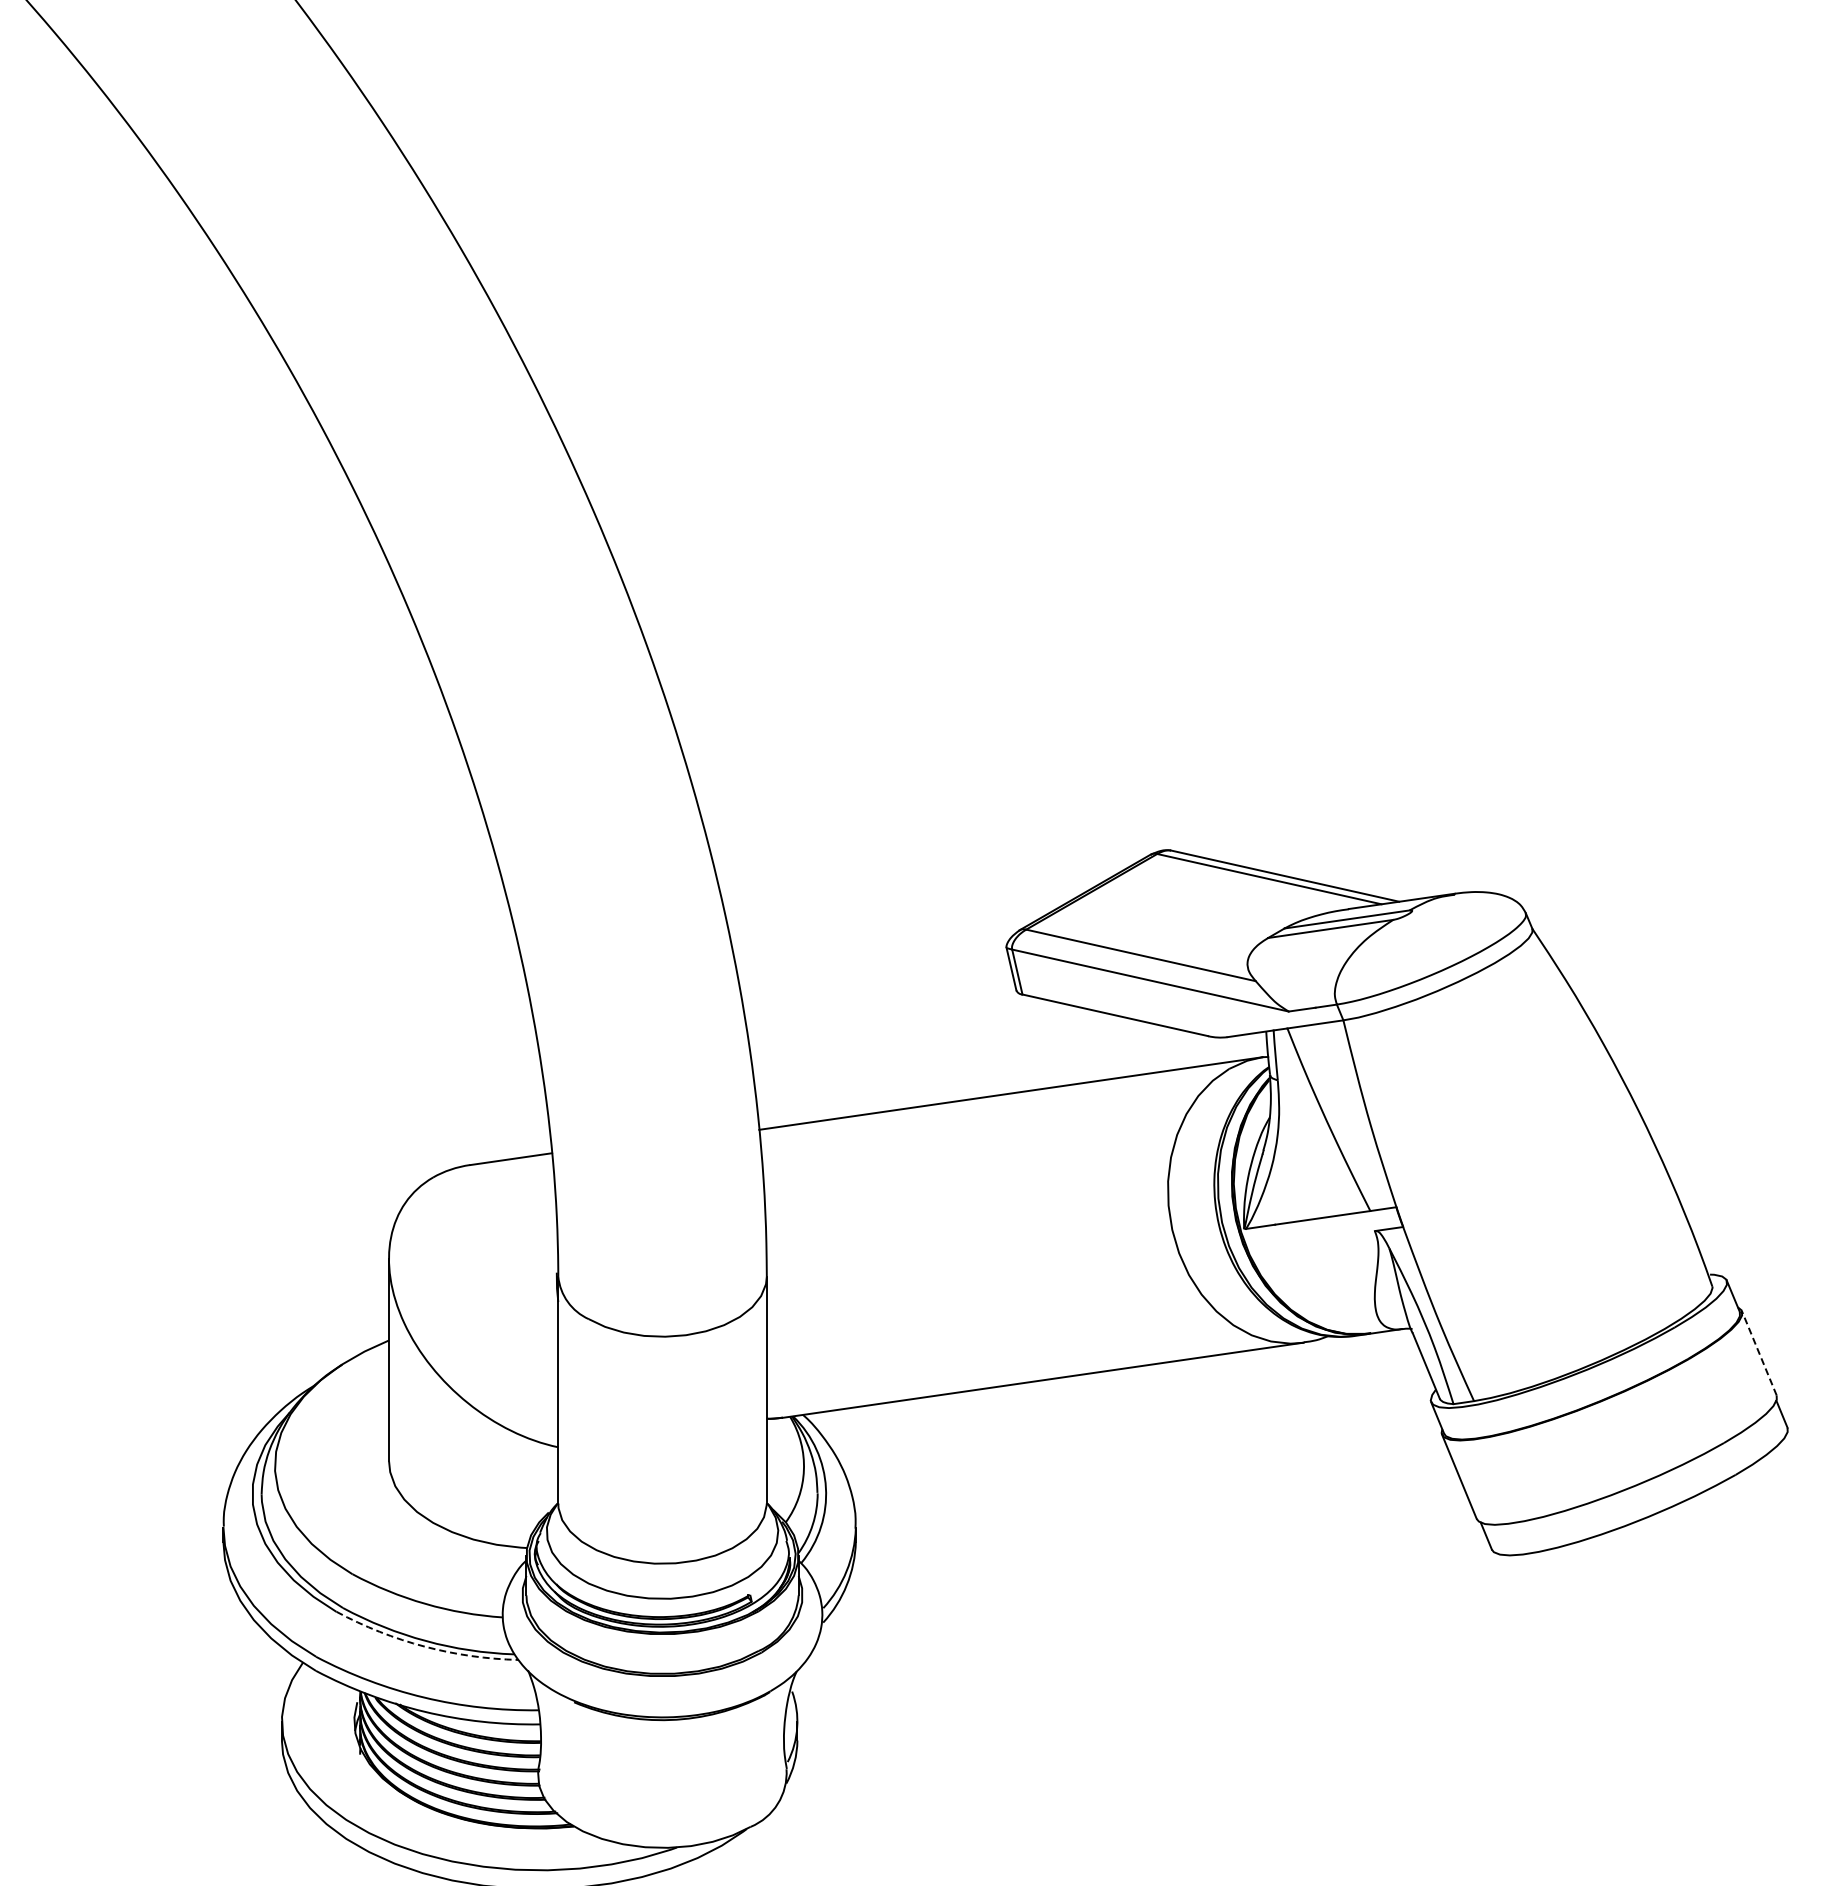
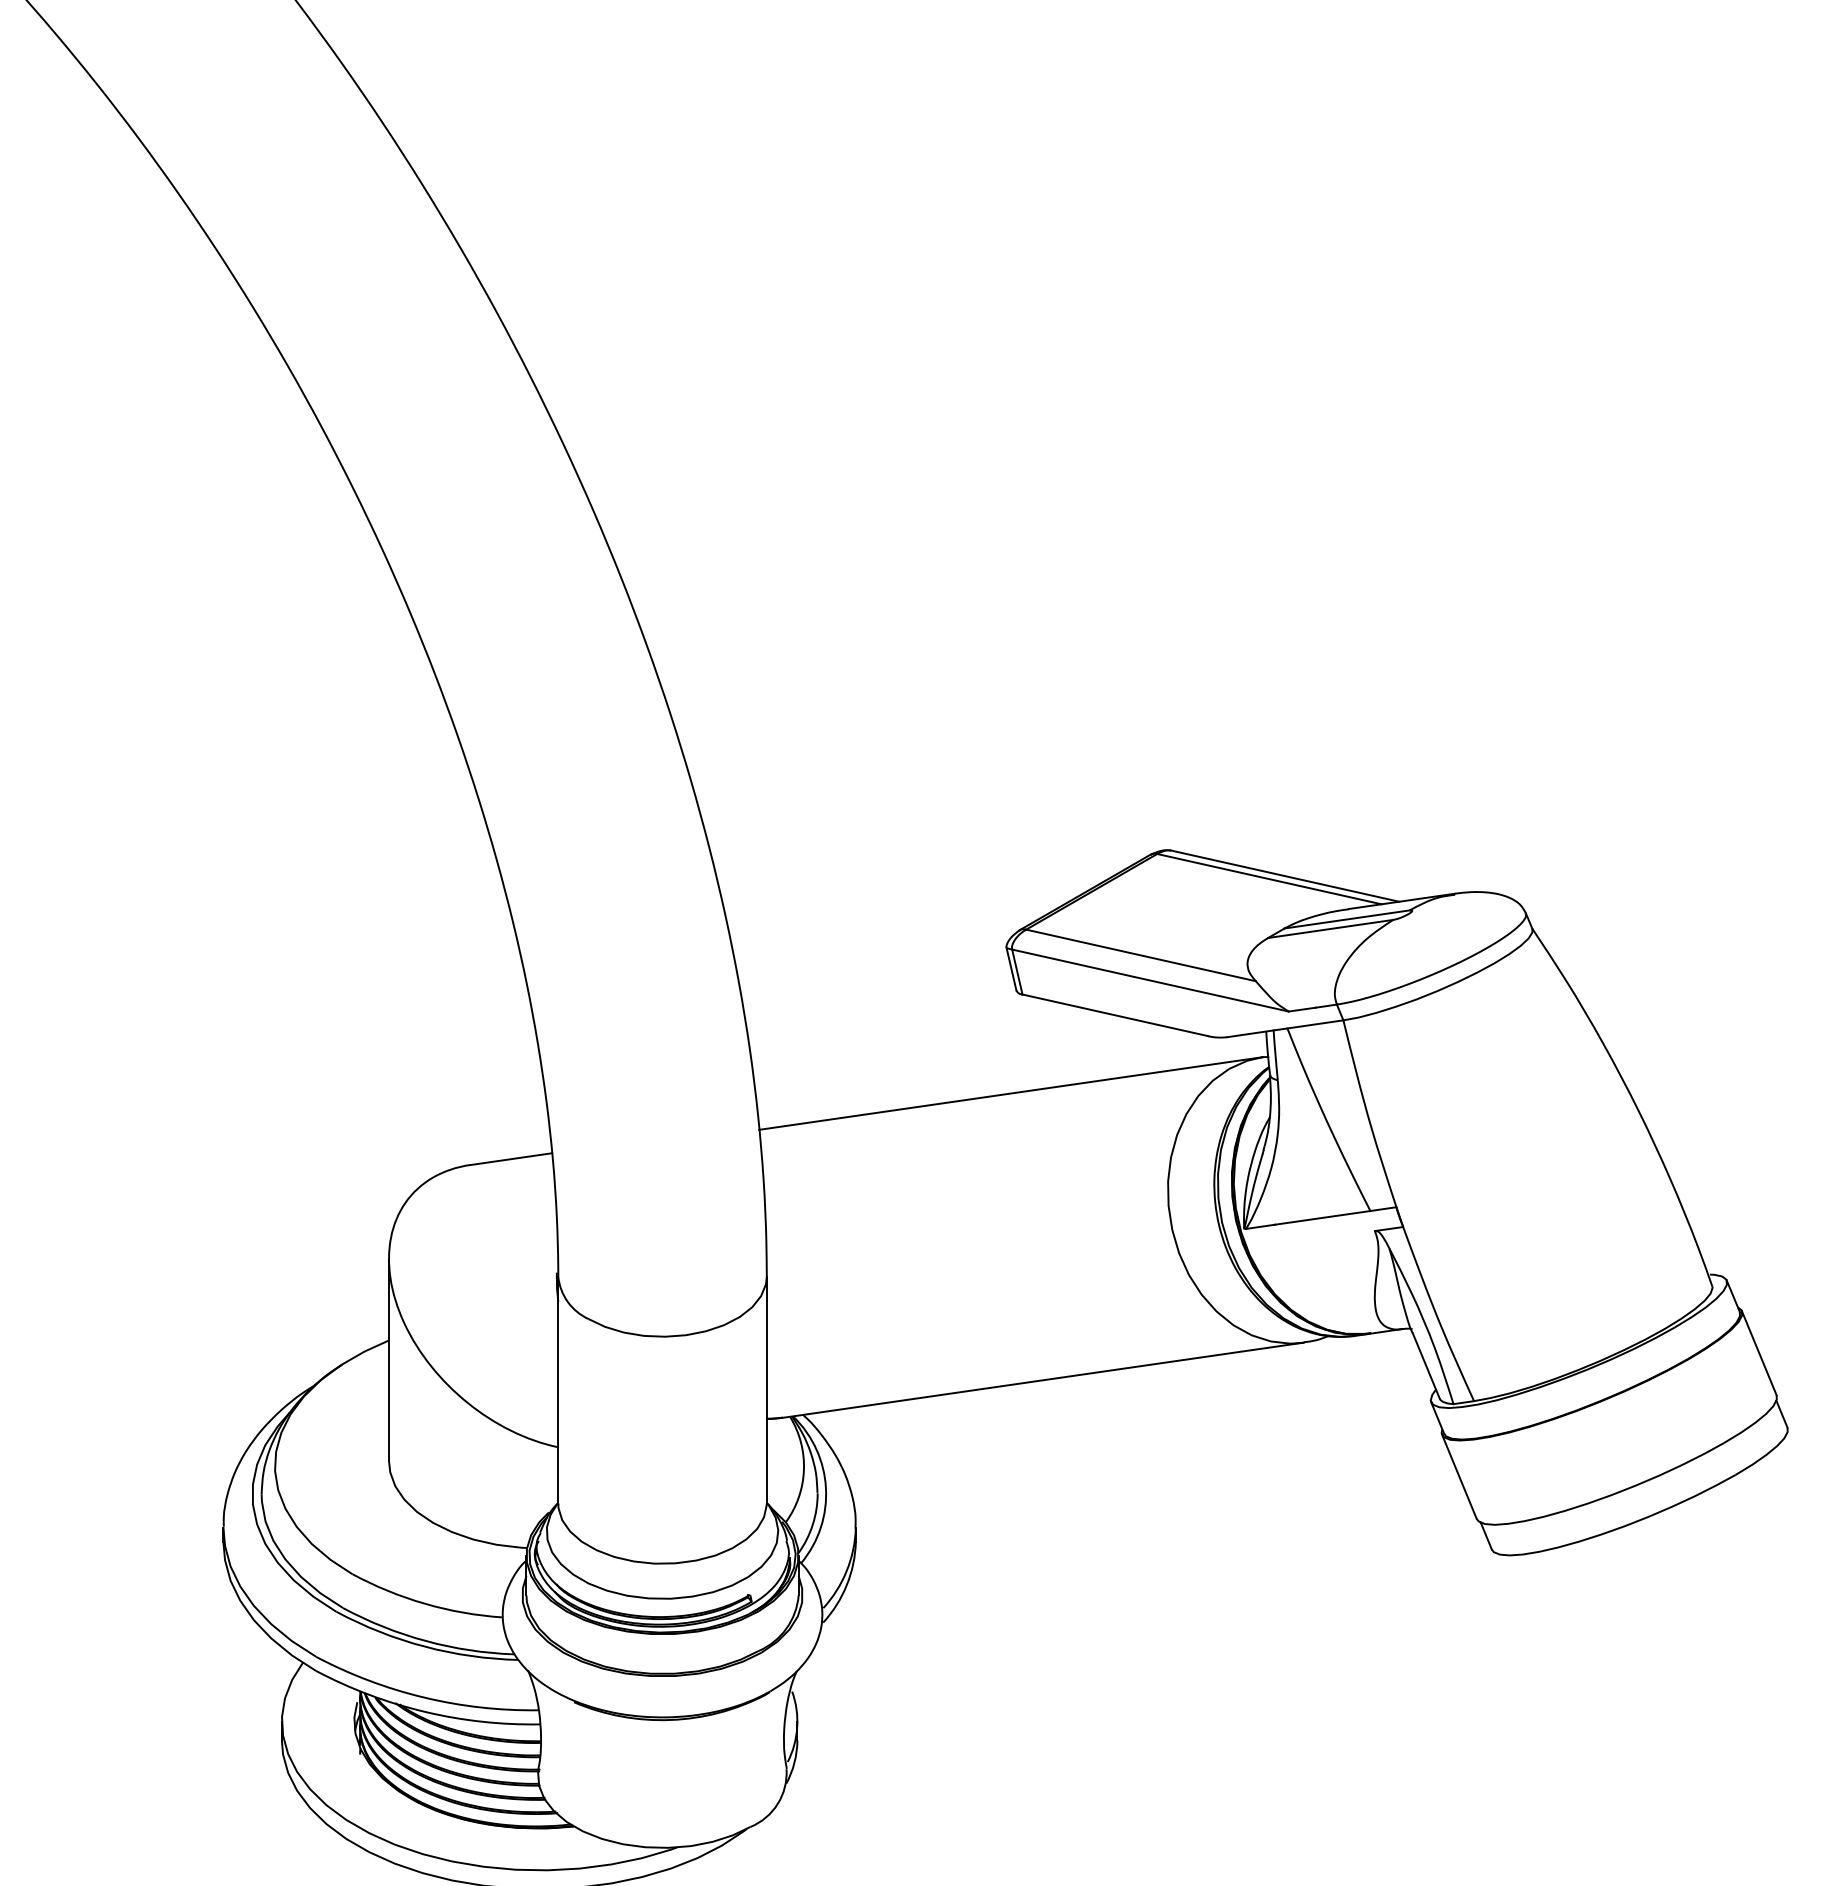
line at (1759, 1353): dashed -> solid
arc at (424, 1646): dashed -> solid
